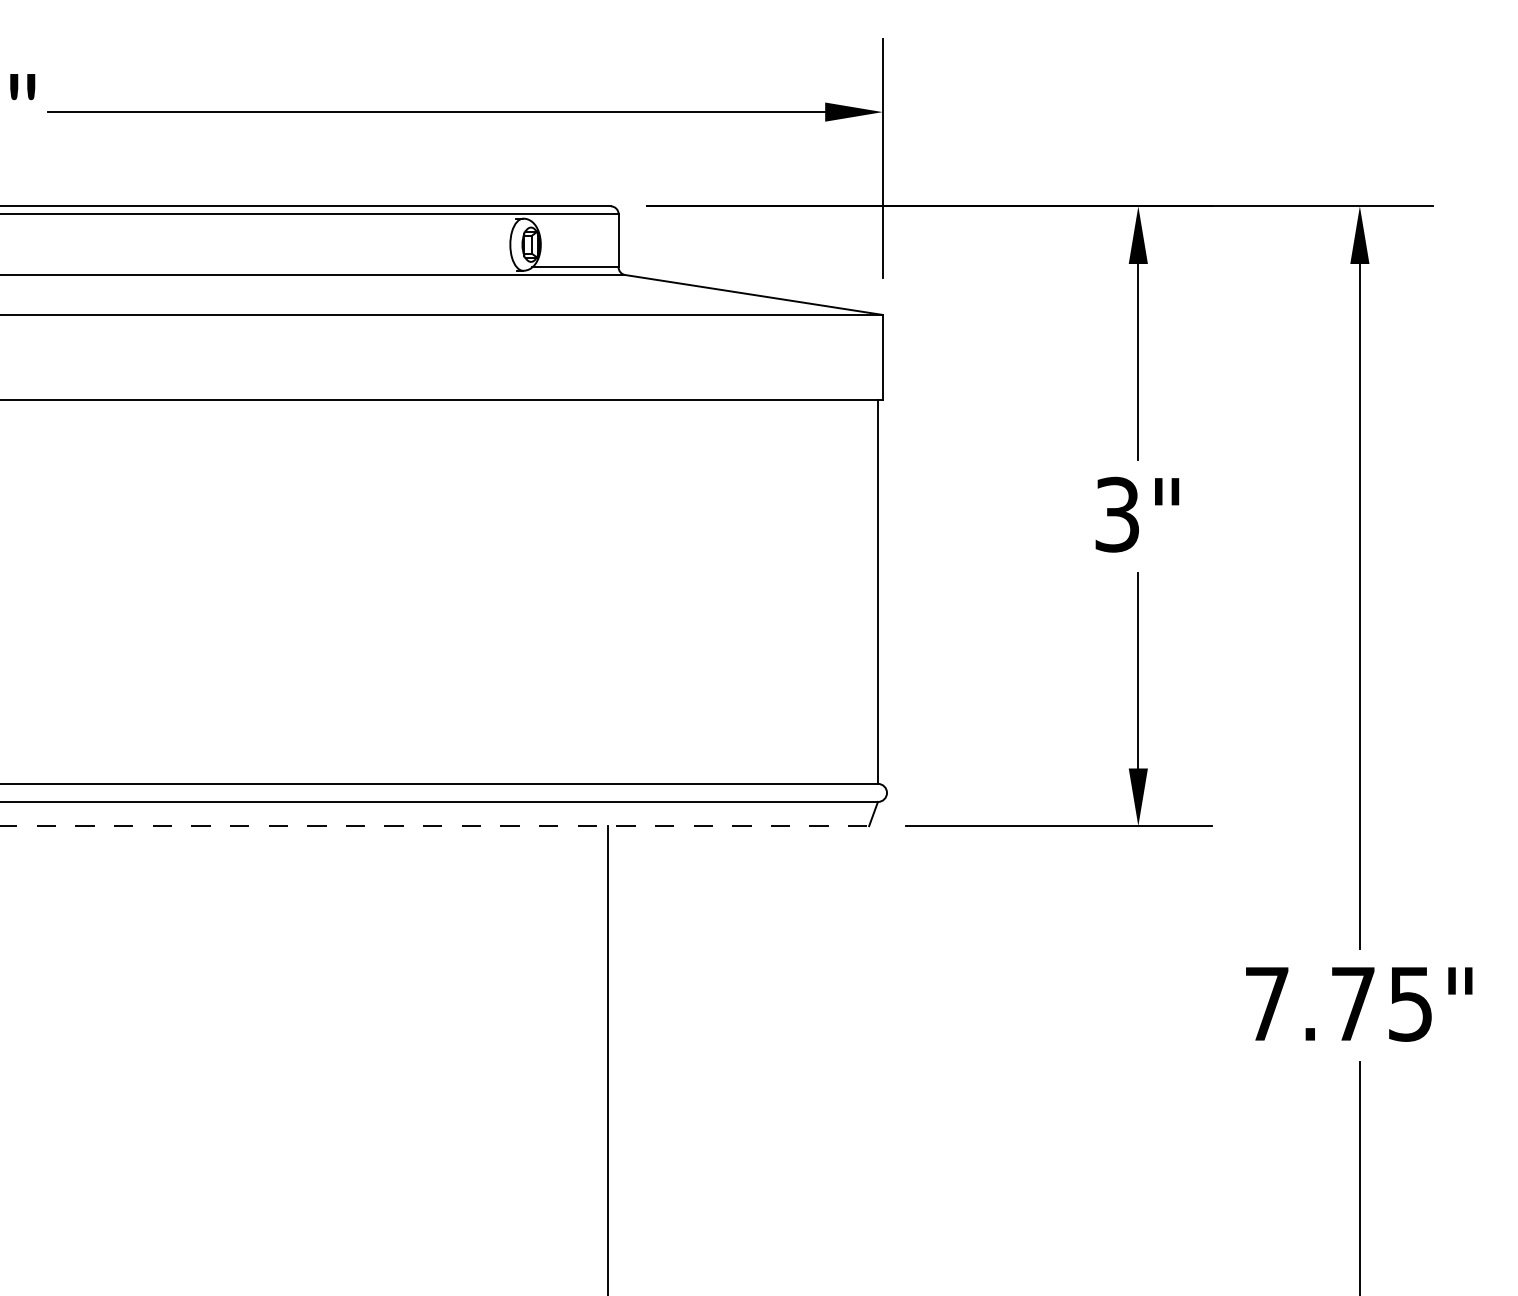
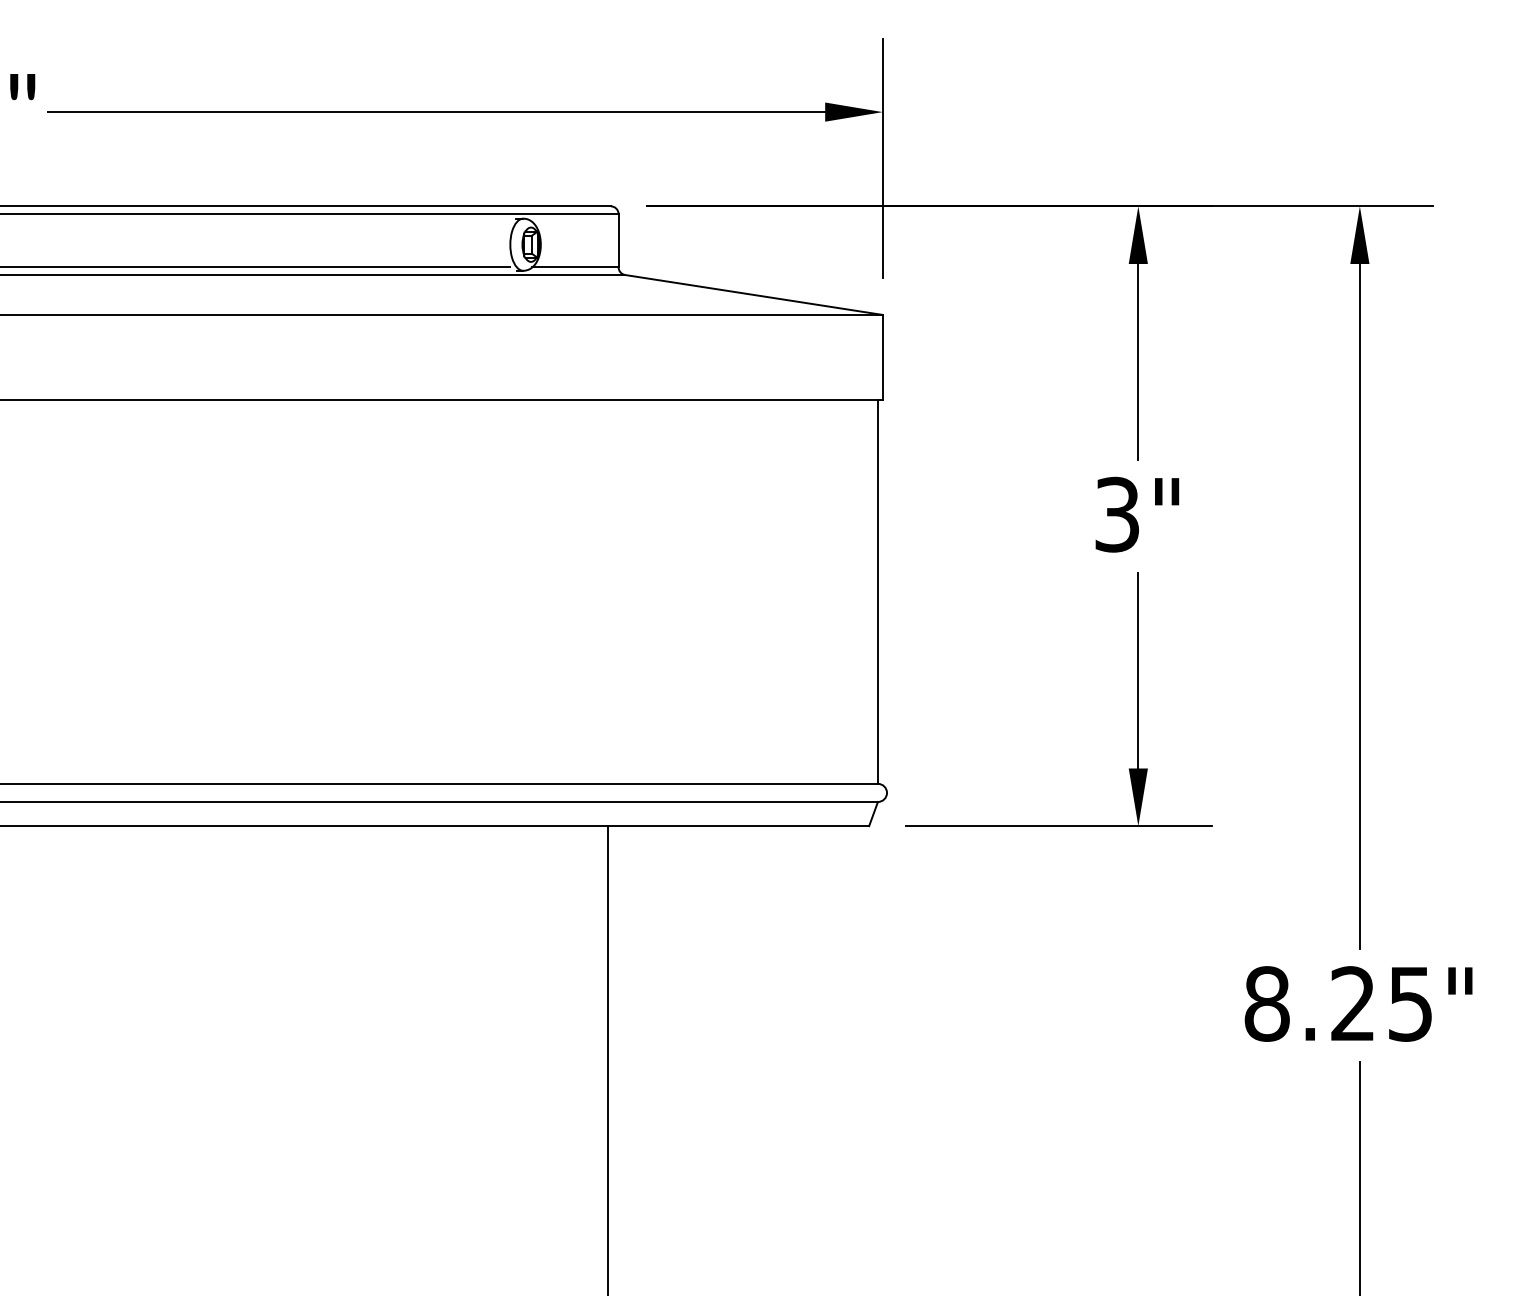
line at (255, 267): none -> present
line at (435, 826): dashed -> solid
text at (1309, 1003): 7.75" -> 8.25"
